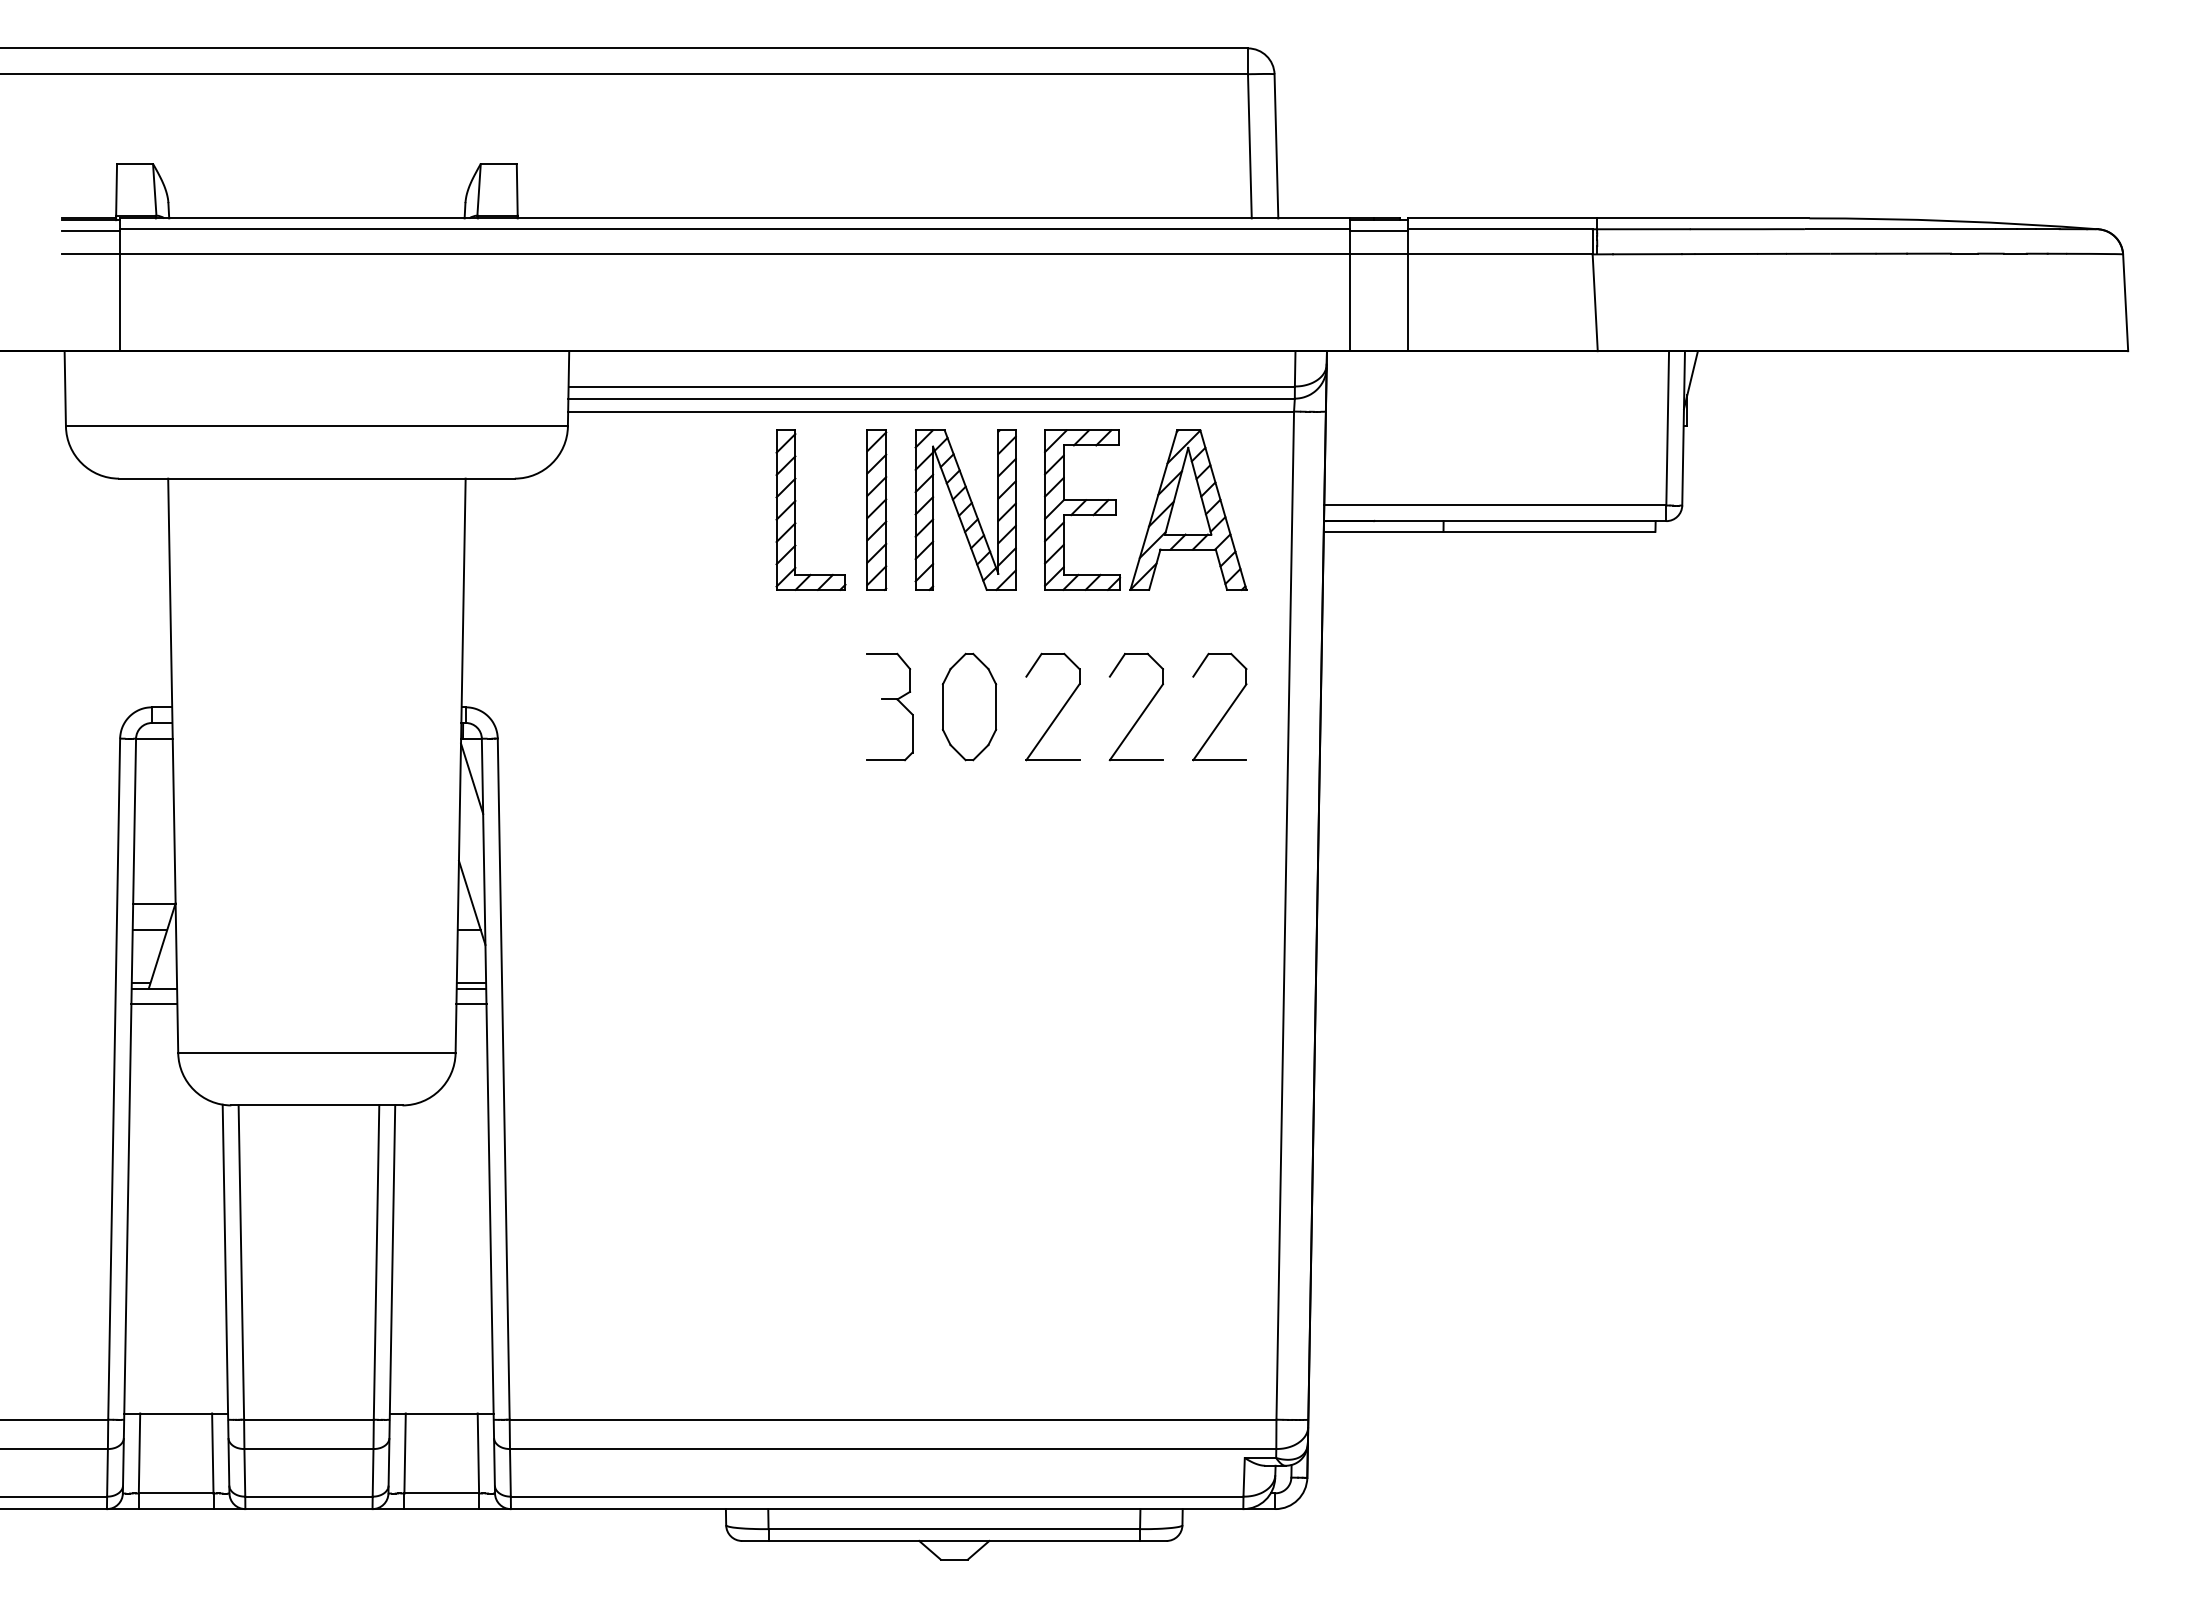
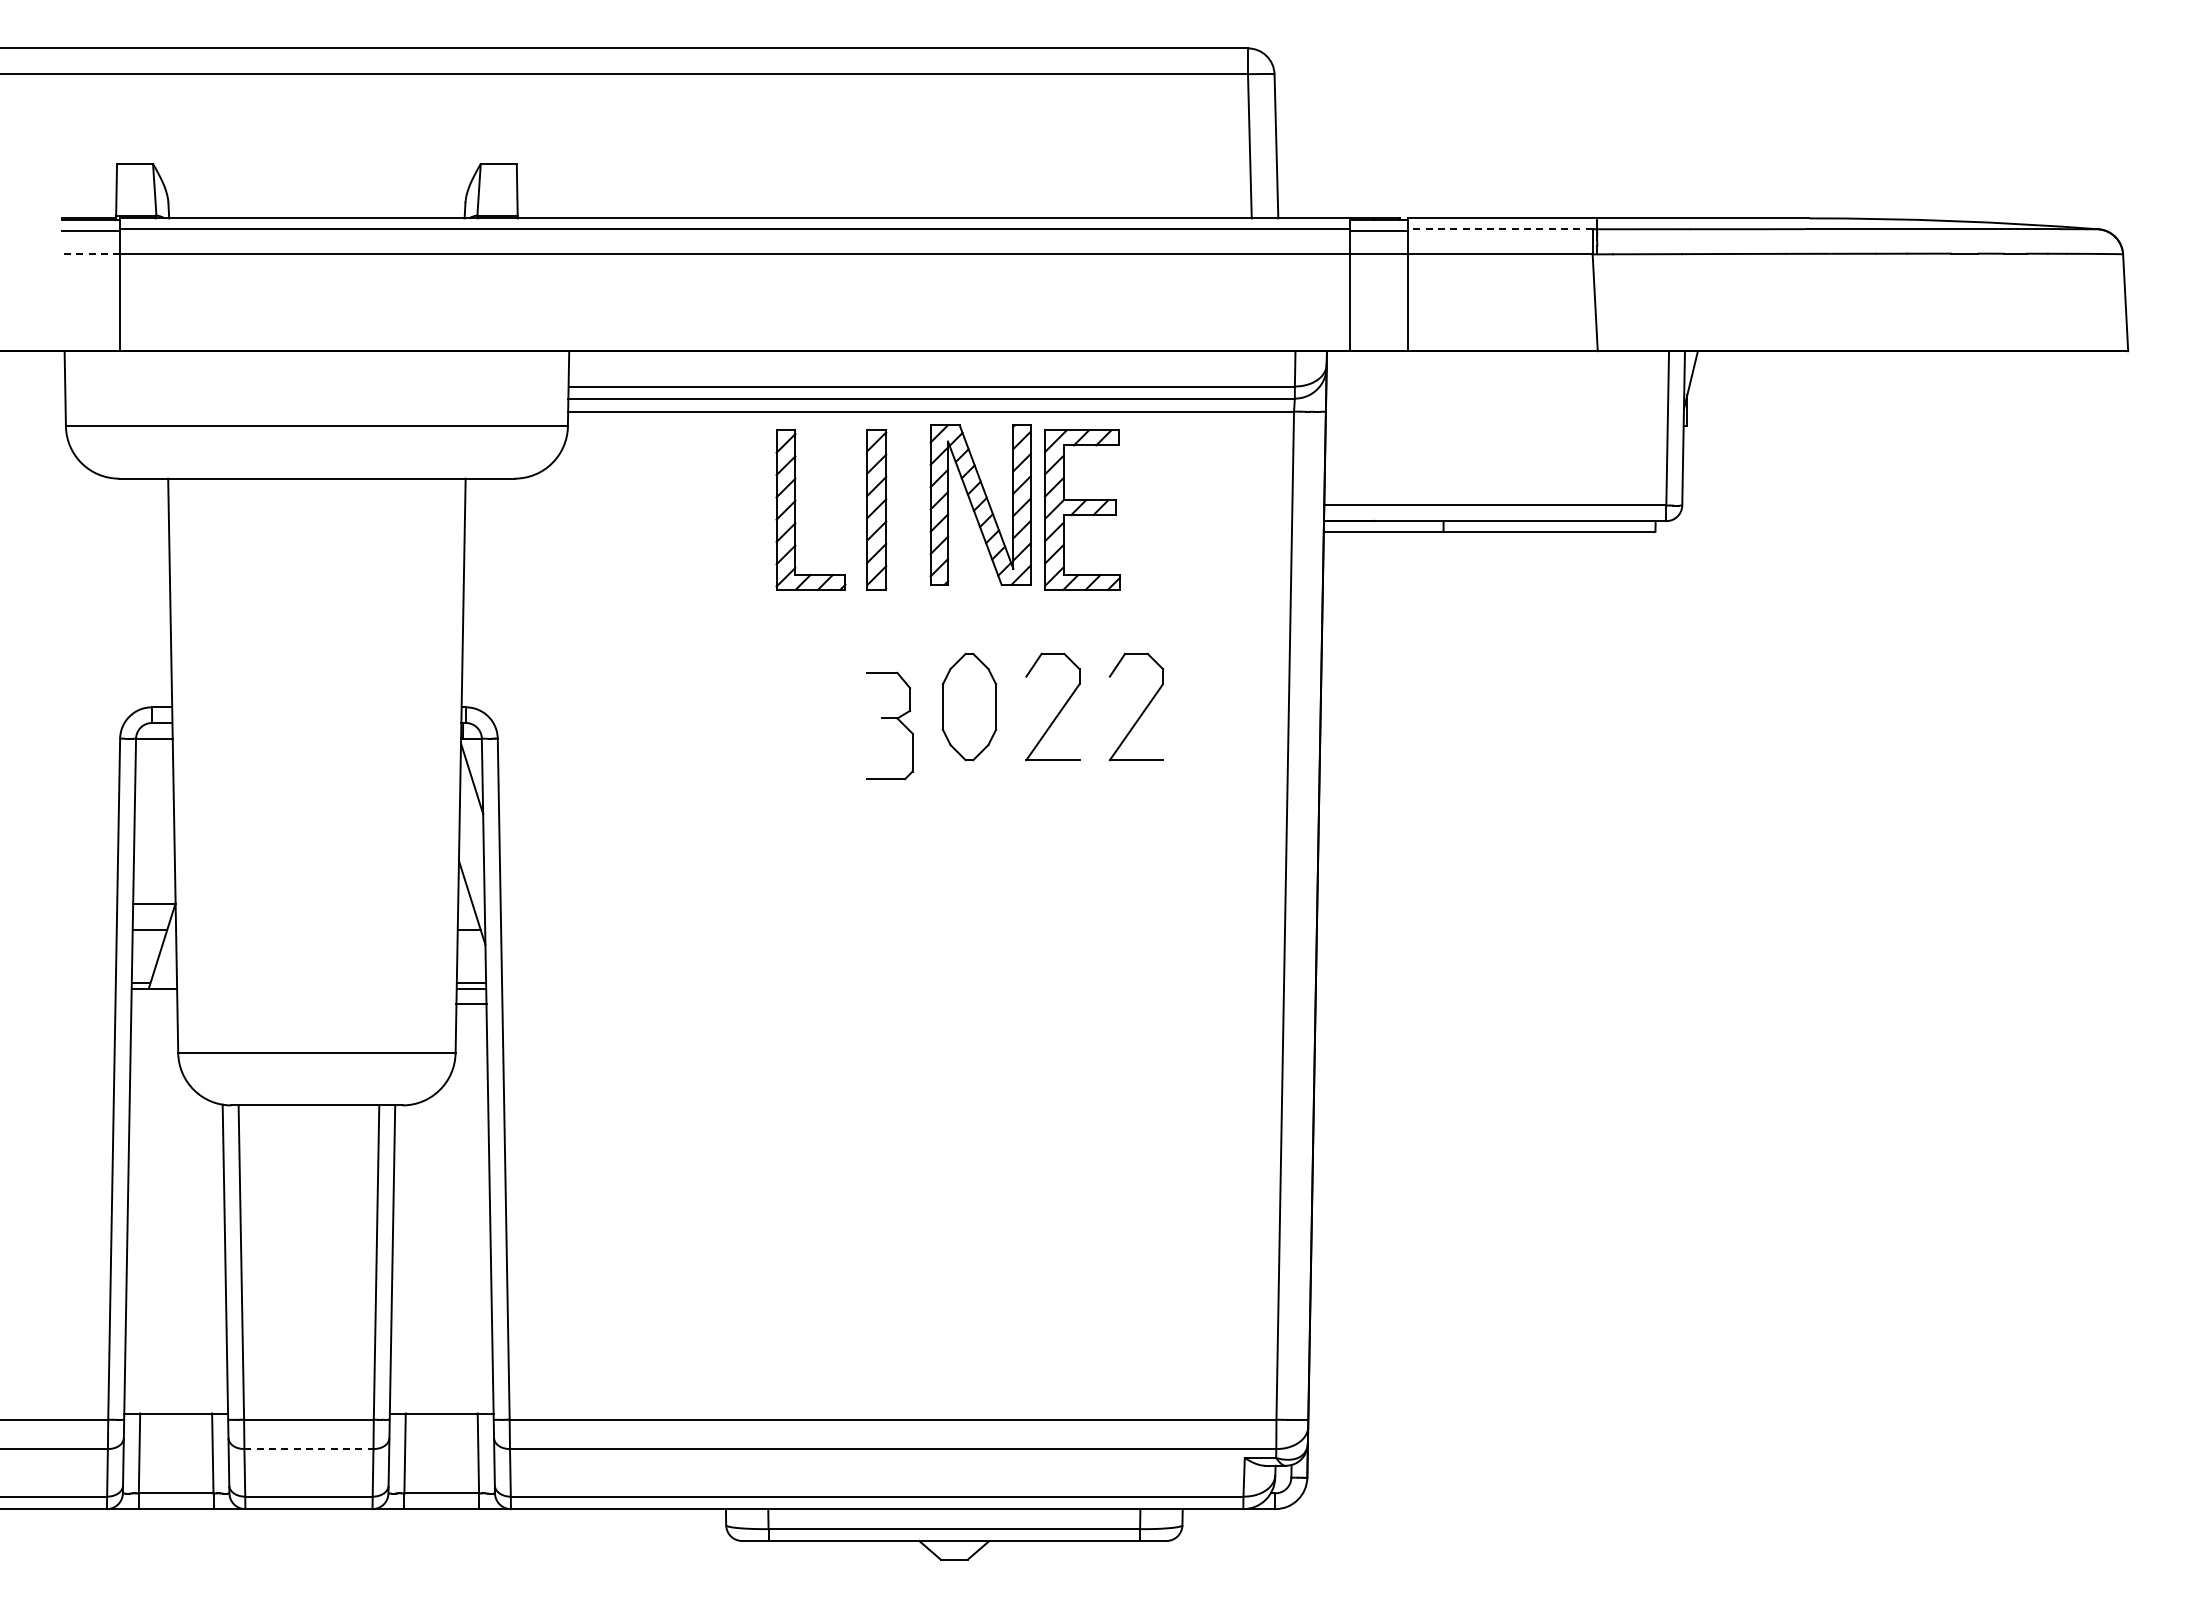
line at (1499, 229): solid -> dashed
line at (90, 254): solid -> dashed
part at (965, 509) position: (965, 509) -> (980, 504)
part at (1188, 509): present -> none
part at (889, 699) position: (889, 699) -> (889, 718)
part at (1226, 710): present -> none
line at (154, 1004): present -> none
line at (308, 1449): solid -> dashed
